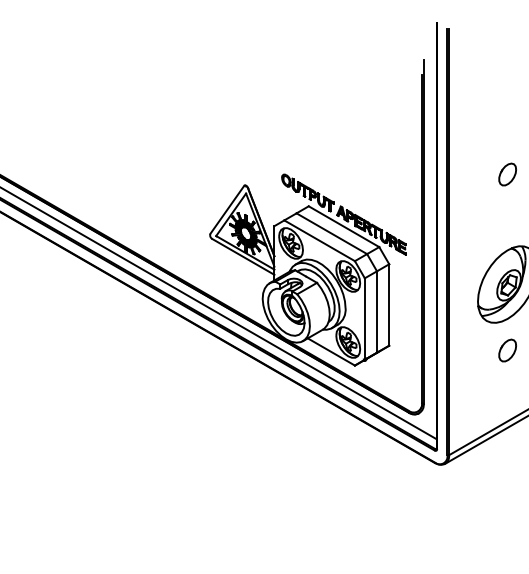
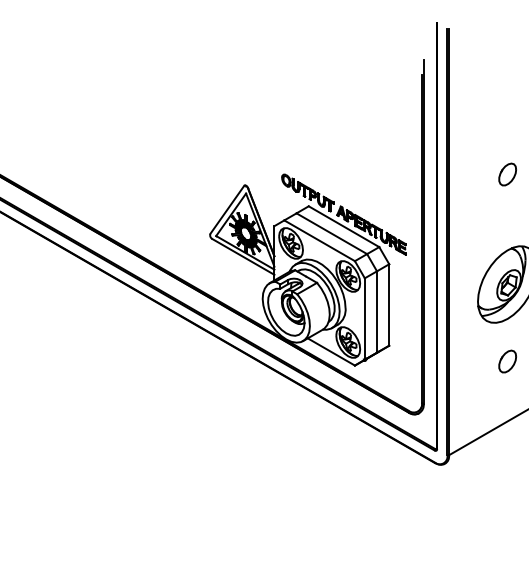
line at (219, 313): present -> none
part at (507, 350) position: (507, 350) -> (507, 361)
line at (485, 440): present -> none
